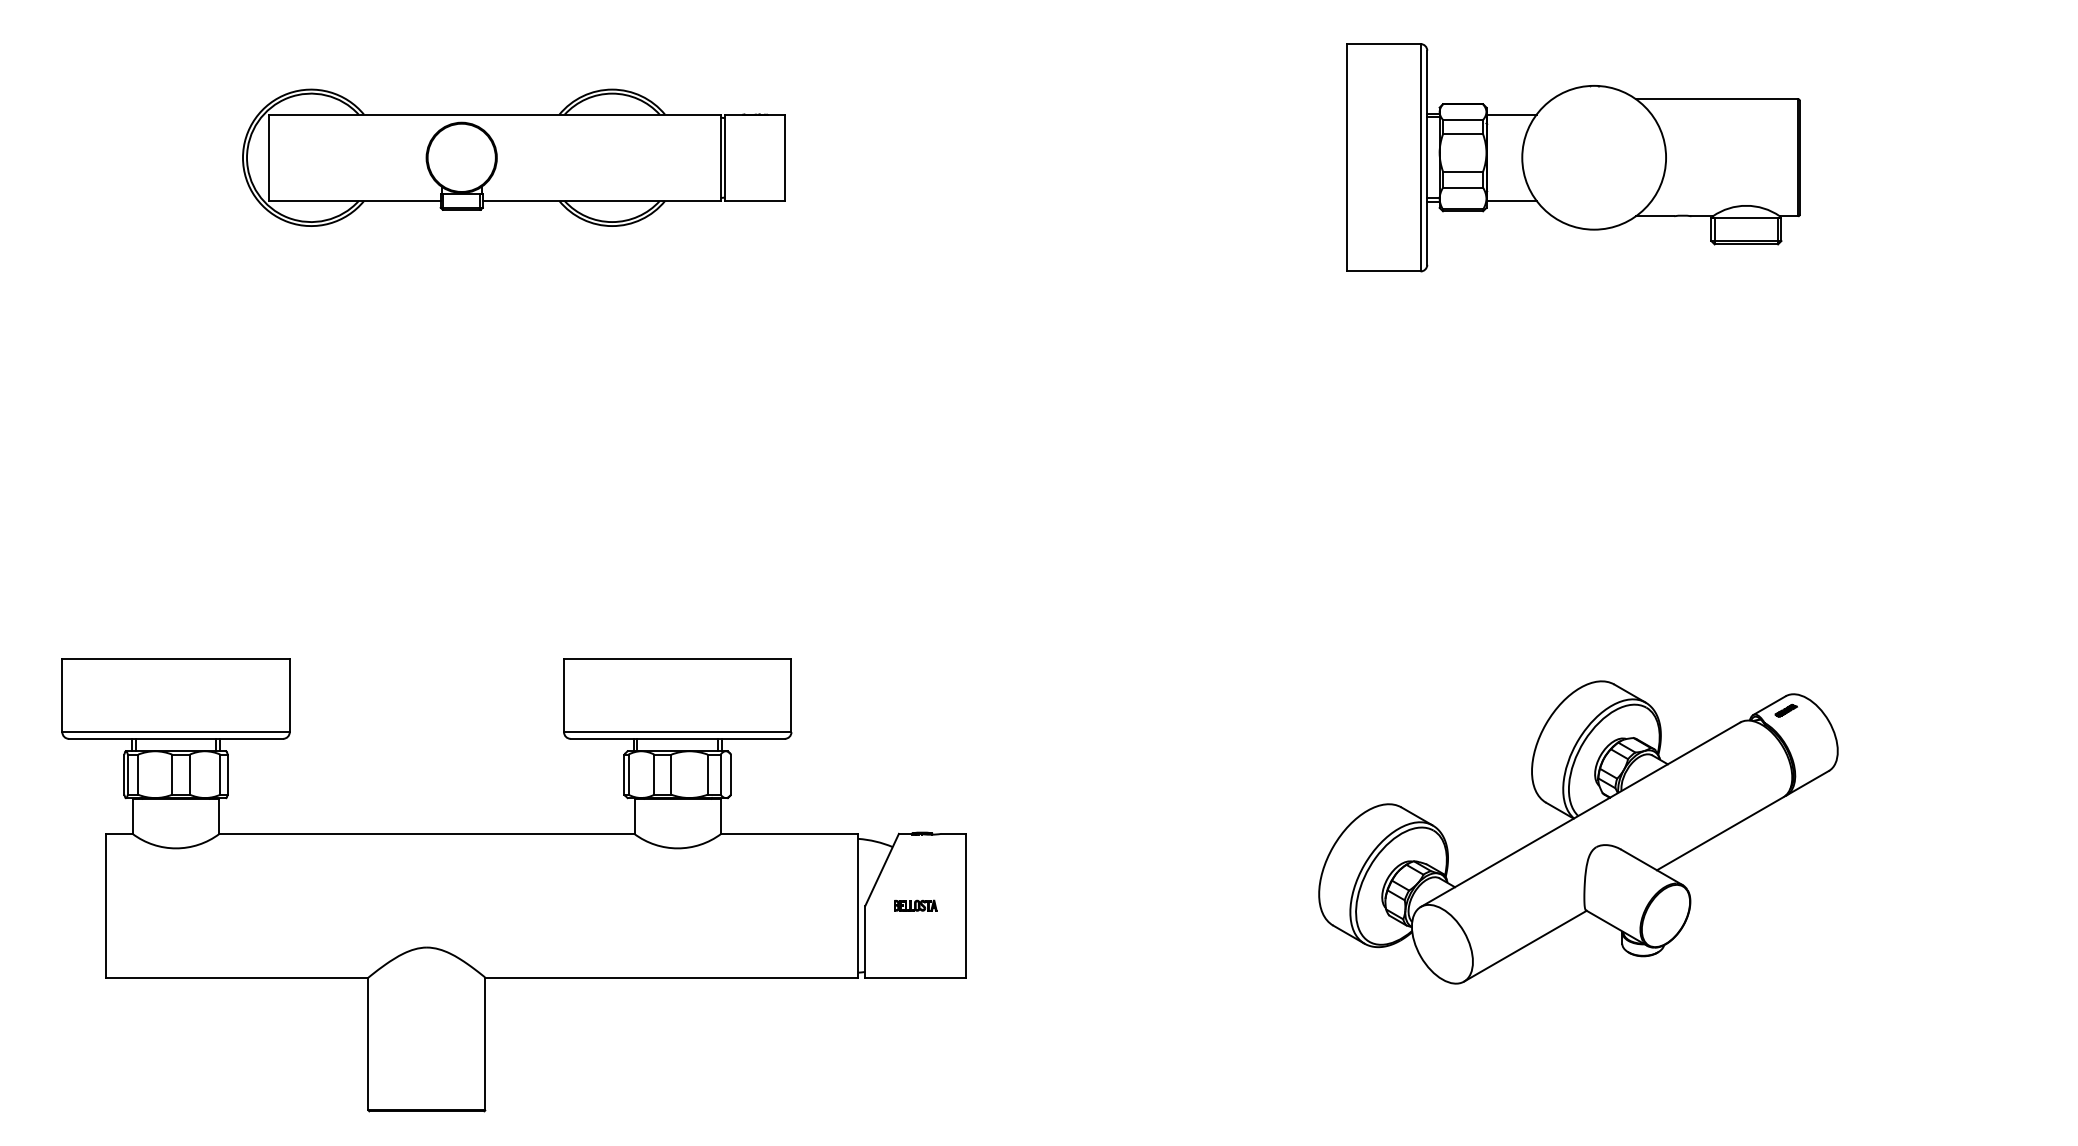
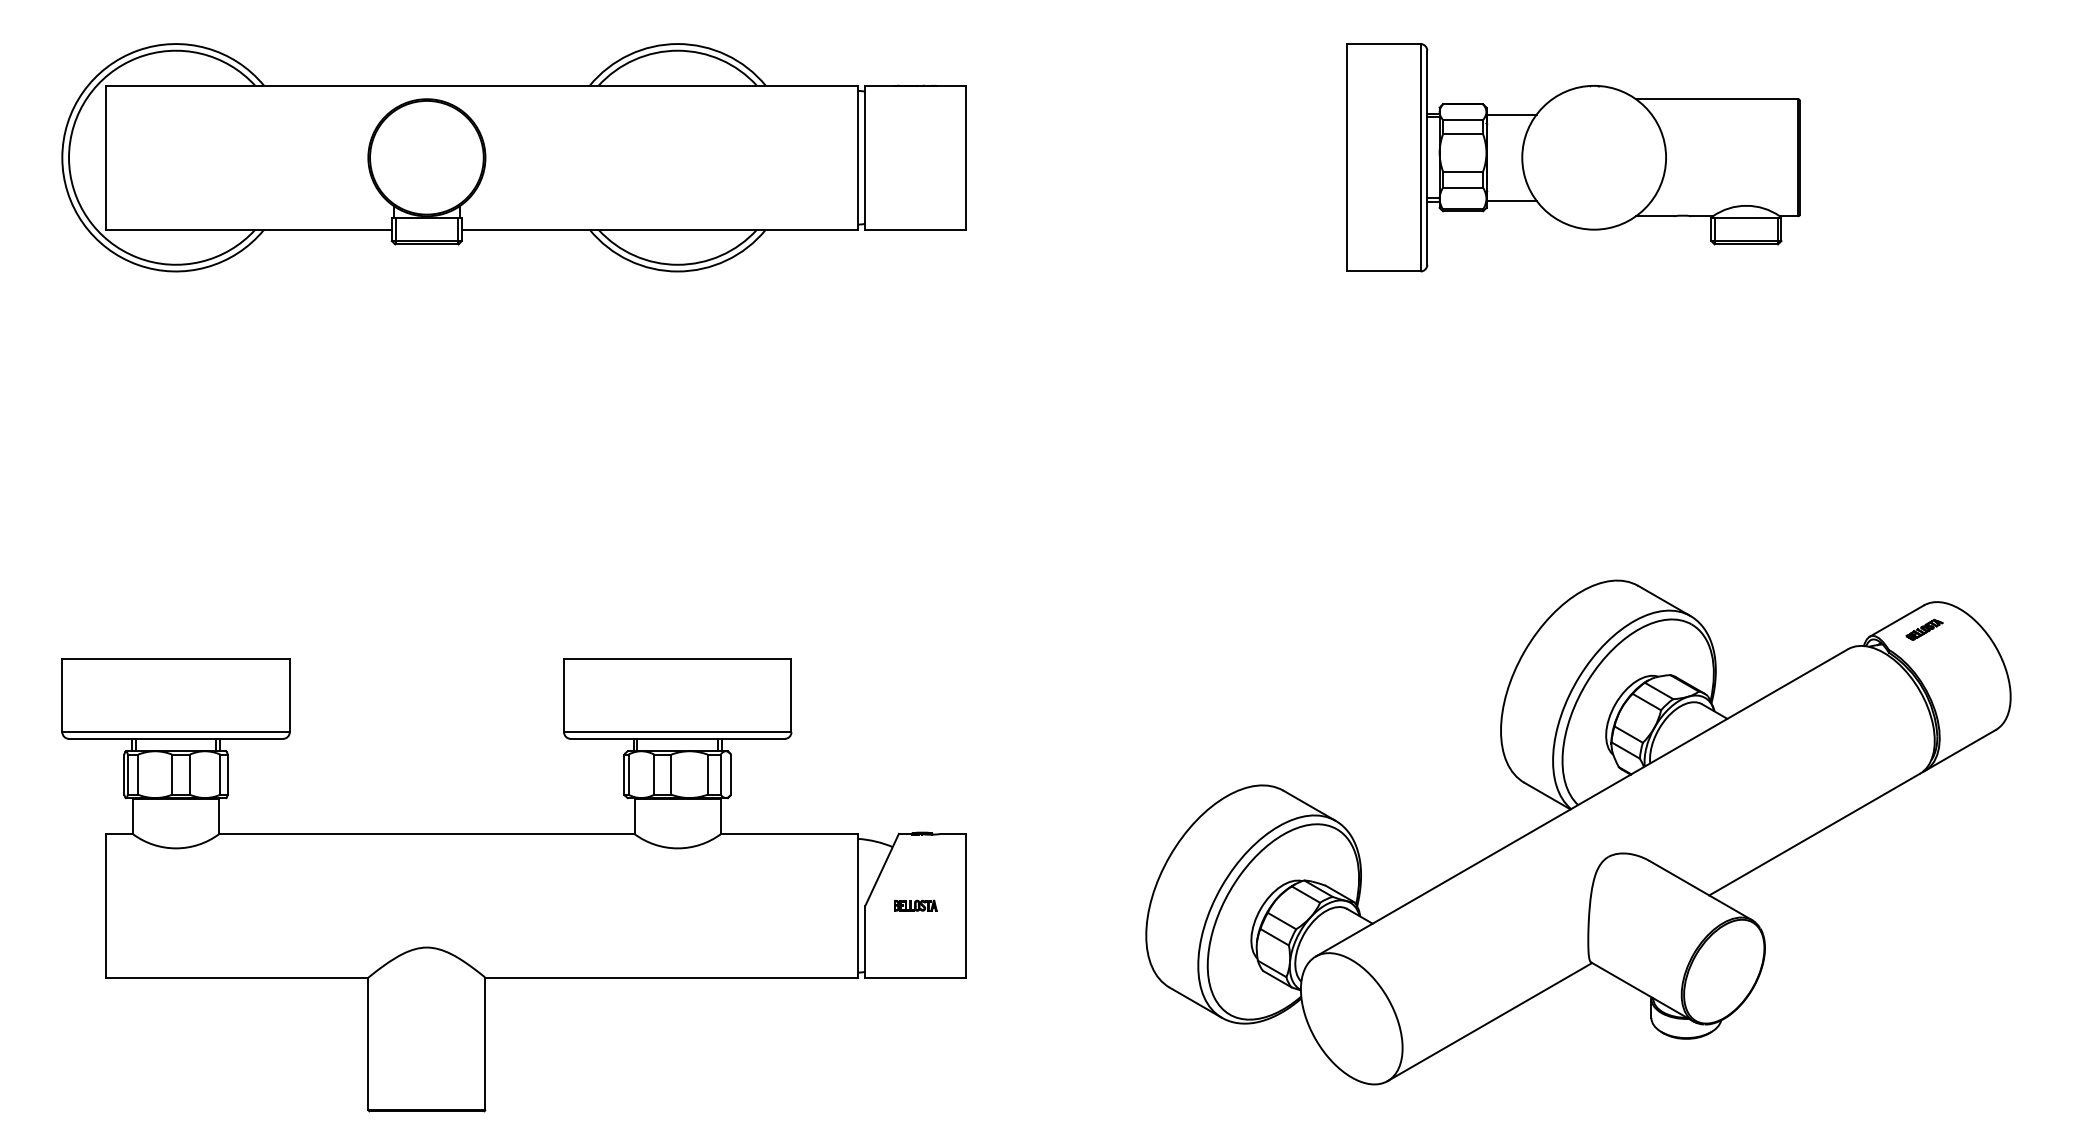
part at (513, 157) size: 544x139 px -> 906x230 px
part at (1578, 832) size: 521x305 px -> 867x507 px
